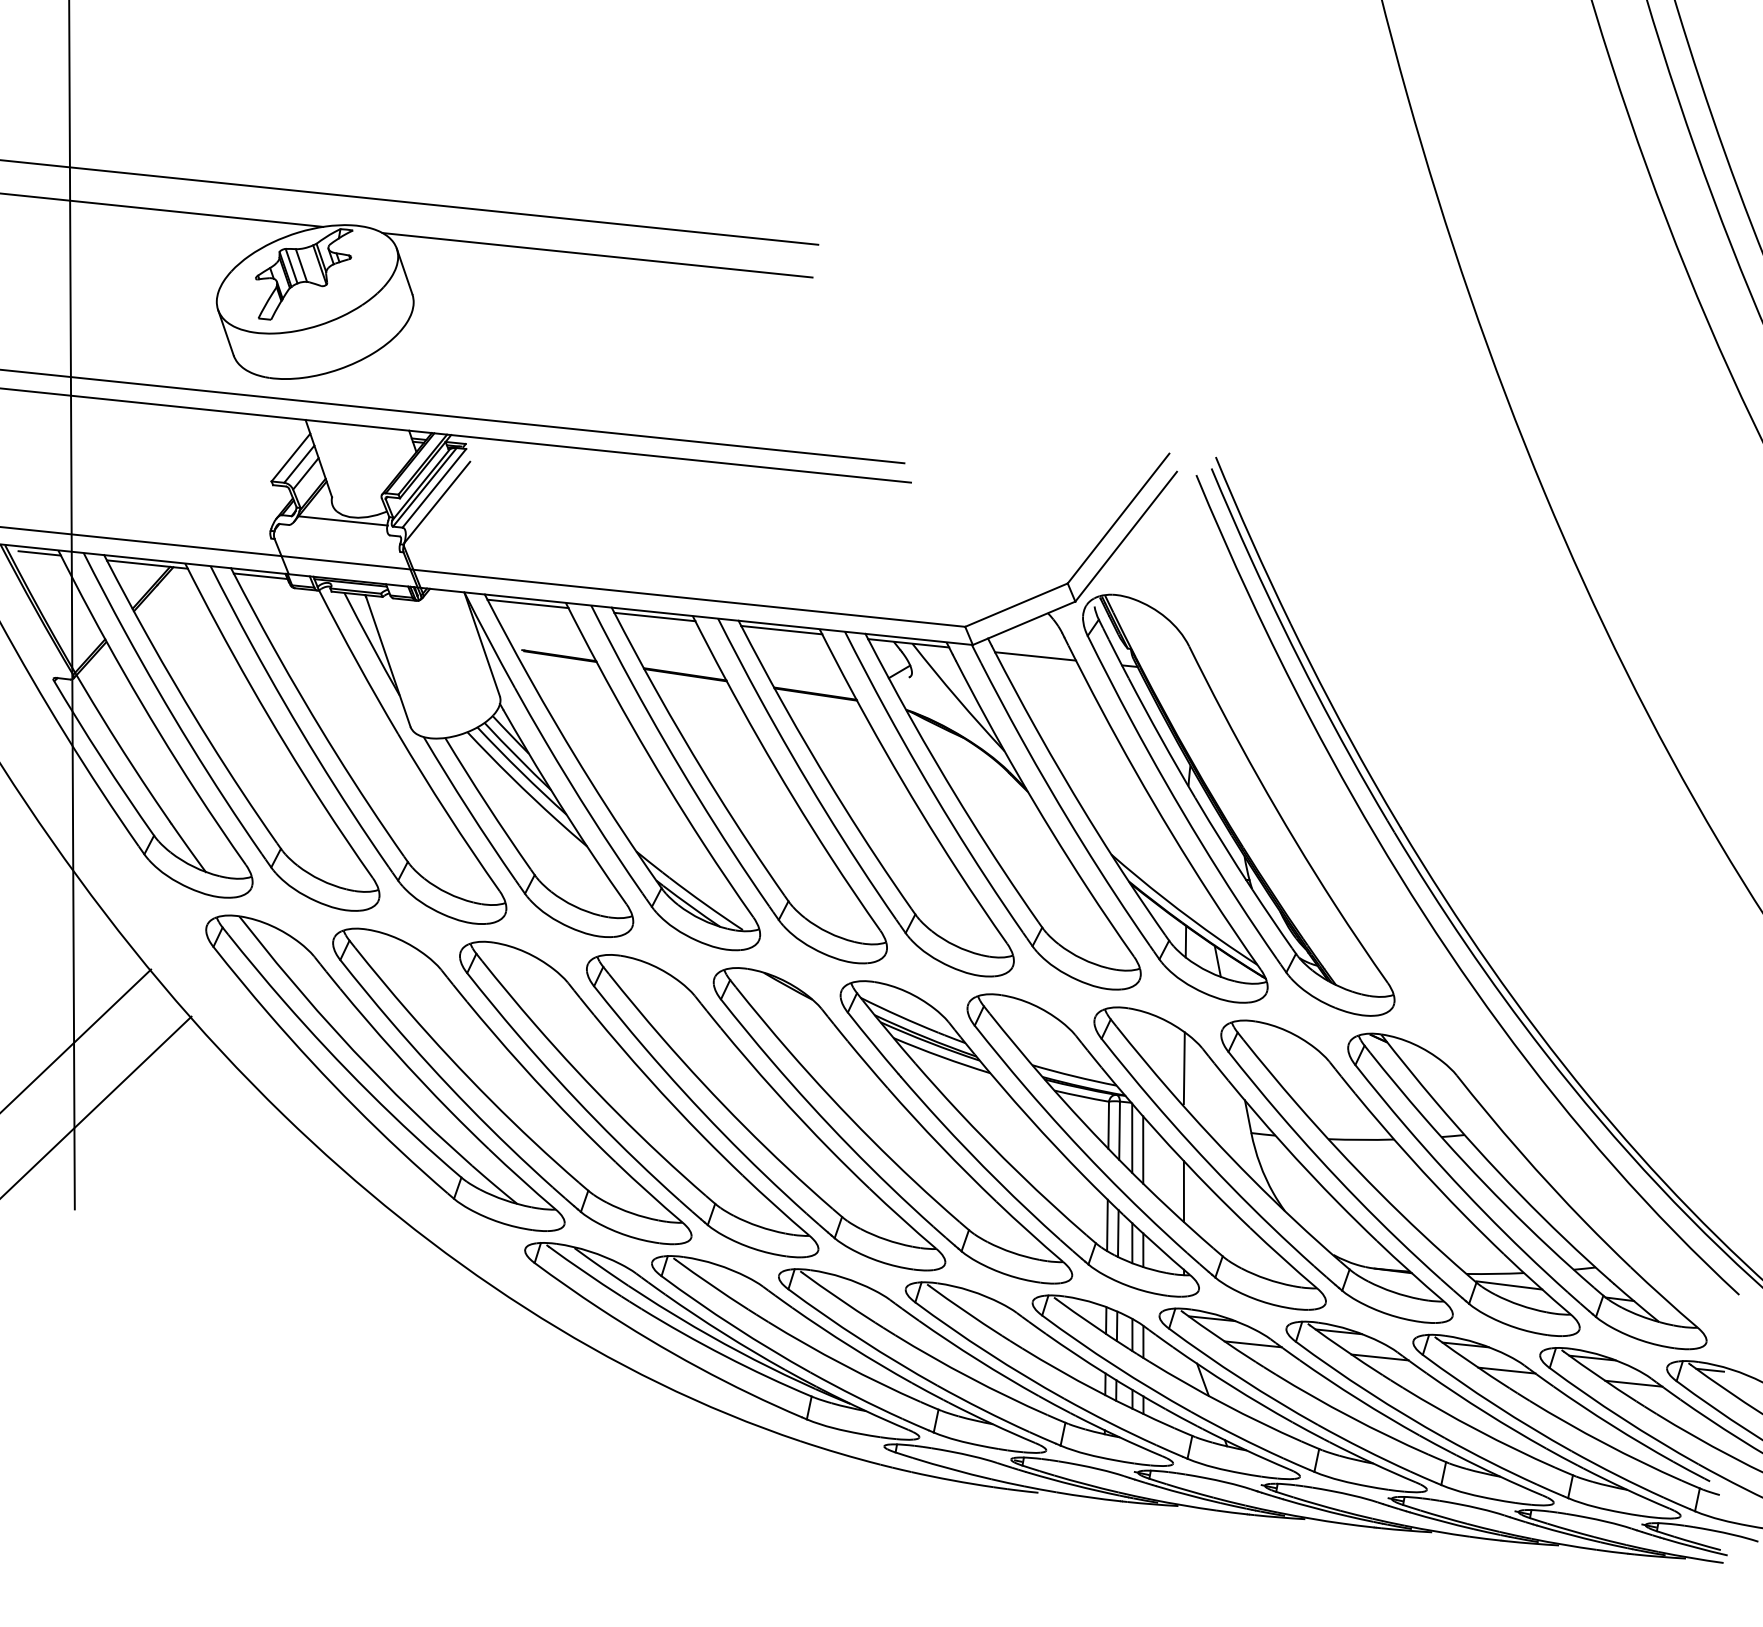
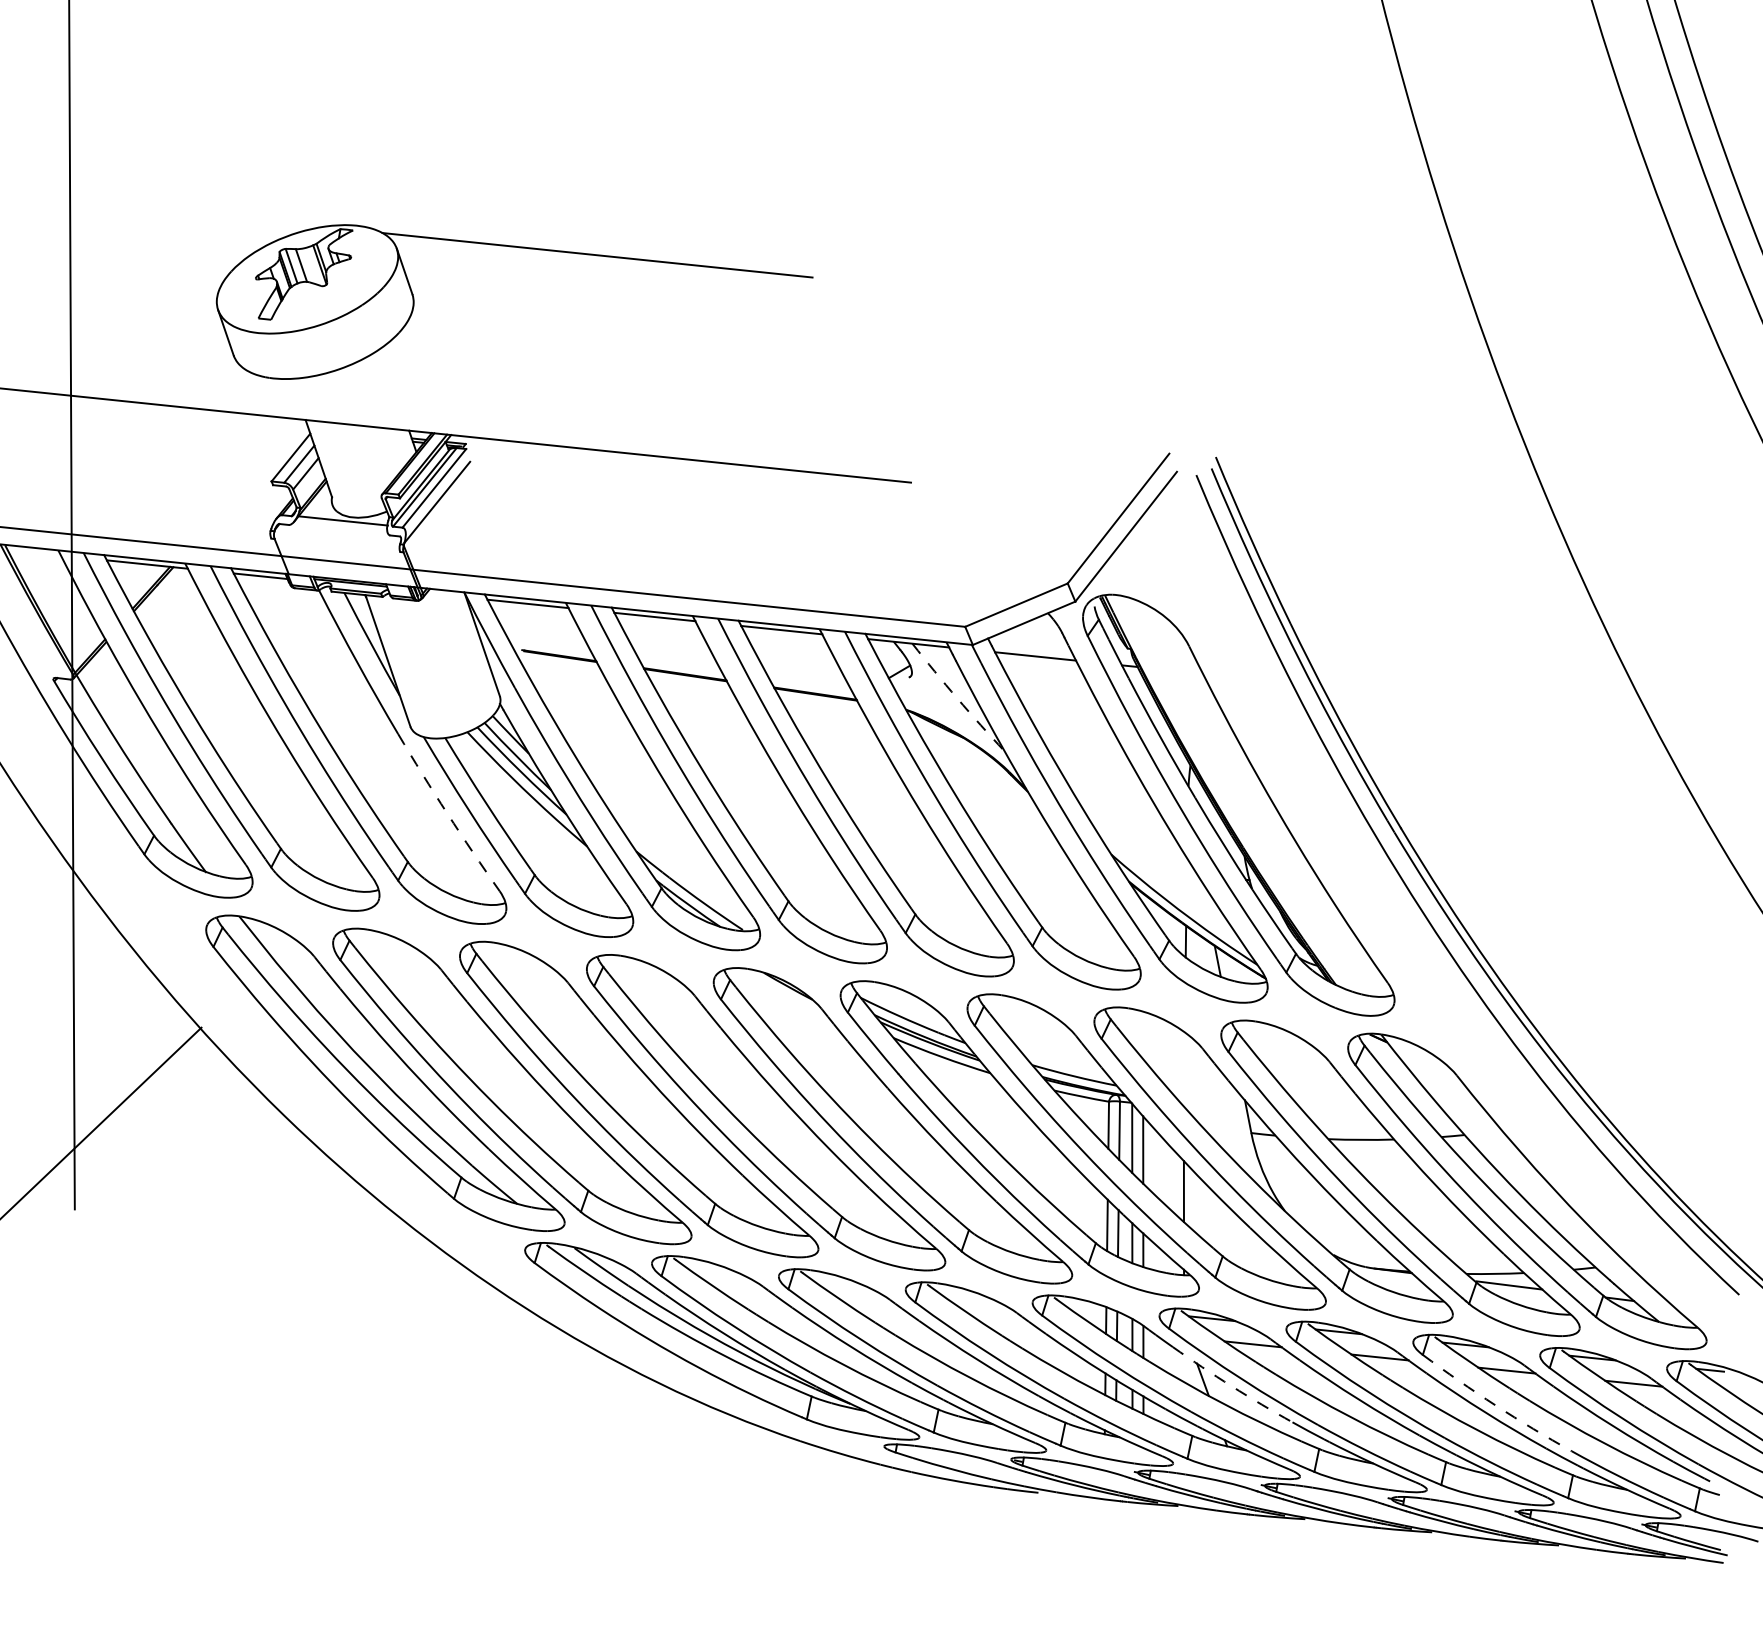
line at (410, 202): present -> none
line at (162, 209): present -> none
line at (453, 416): present -> none
line at (39, 553): present -> none
arc at (957, 698): solid -> dashed
arc at (447, 813): solid -> dashed
line at (76, 1040): present -> none
line at (1183, 1068): present -> none
line at (96, 1106) position: (96, 1106) -> (101, 1121)
arc at (1231, 1386): solid -> dashed
arc at (1495, 1405): solid -> dashed
